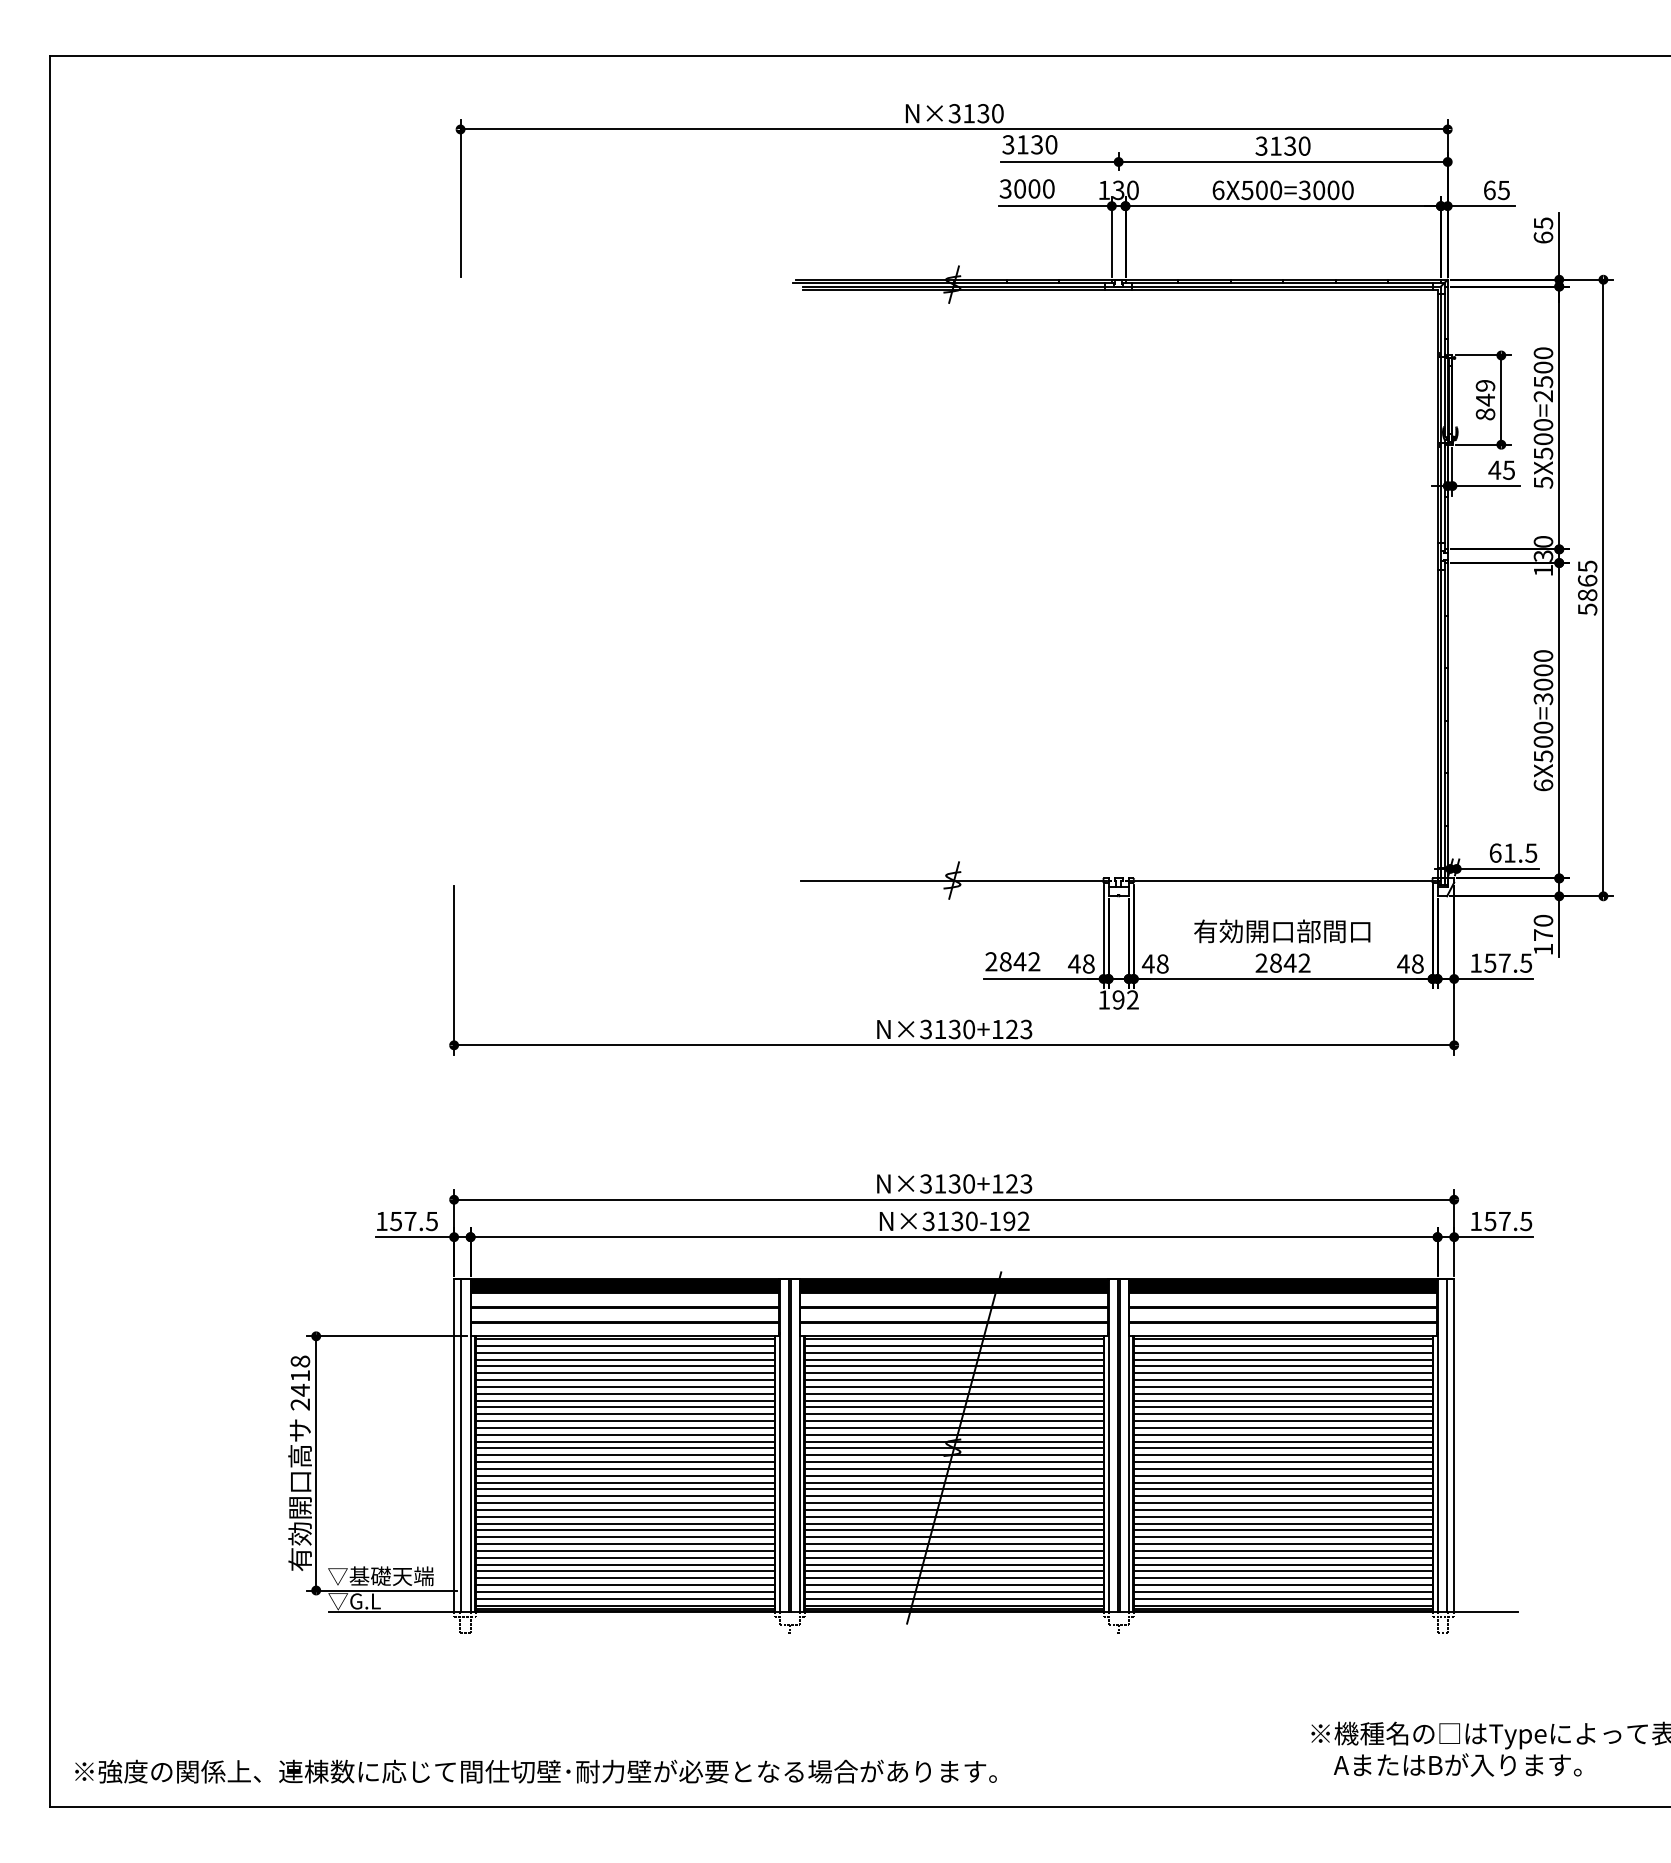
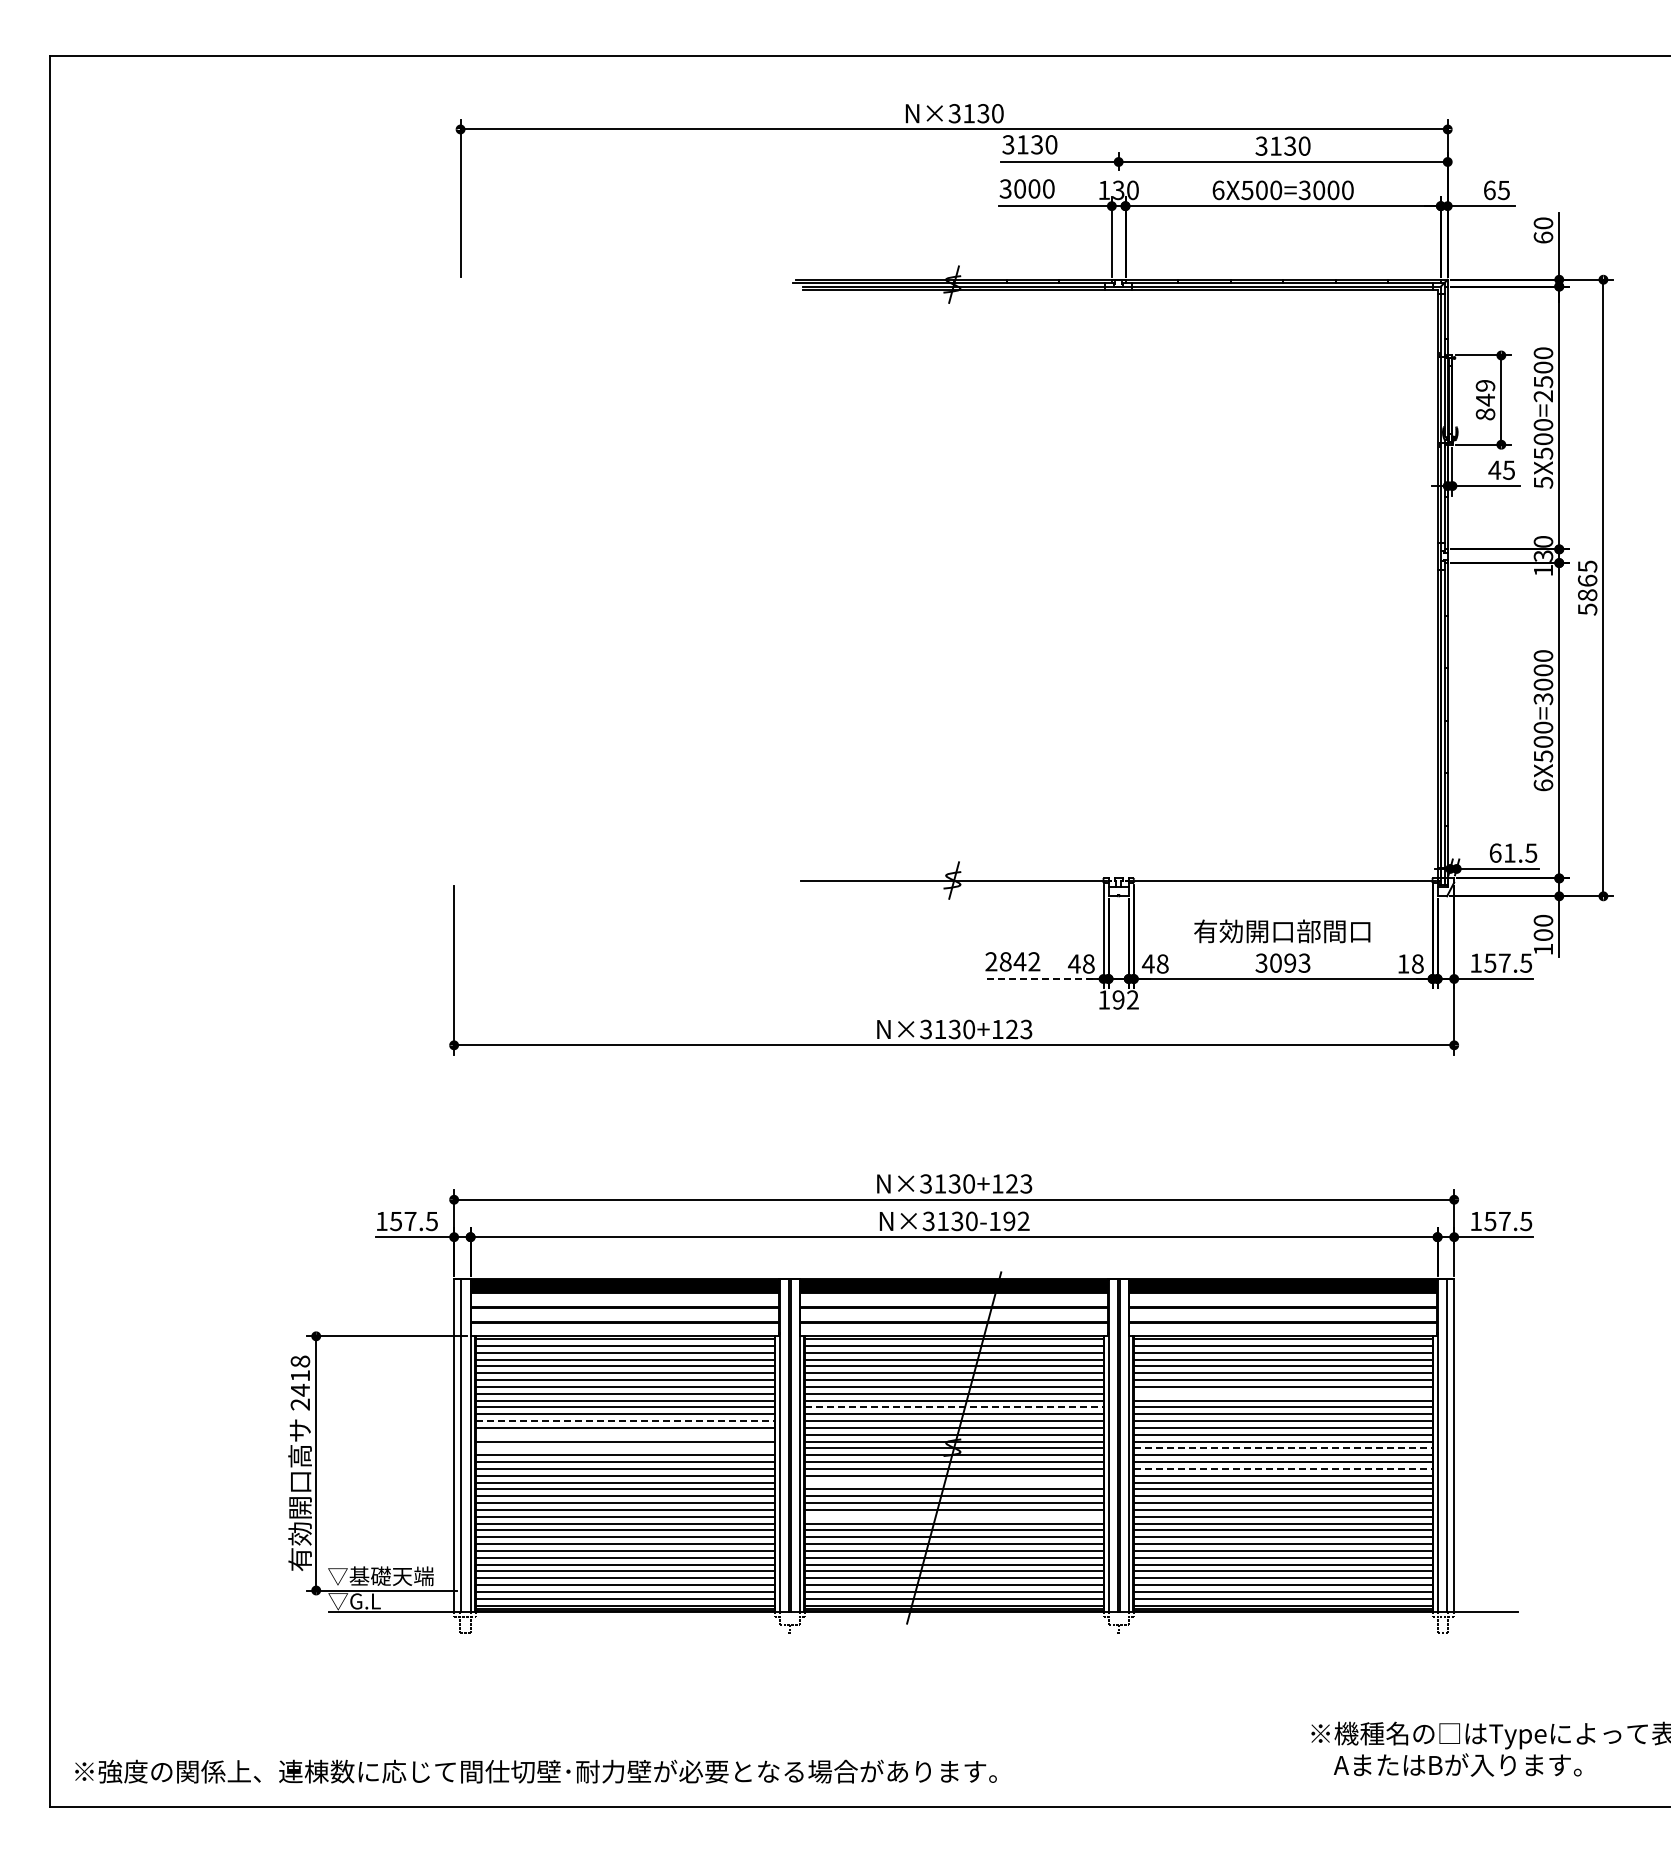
text at (1543, 223): 65 -> 60
text at (1543, 934): 170 -> 100
text at (1282, 962): 2842 -> 3093
text at (1403, 963): 48 -> 18
line at (1043, 979): solid -> dashed
line at (1282, 1393): present -> none
line at (954, 1407): solid -> dashed
line at (625, 1421): solid -> dashed
line at (624, 1434): present -> none
line at (624, 1448): present -> none
line at (1283, 1448): solid -> dashed
line at (1283, 1468): solid -> dashed
line at (953, 1482): present -> none
line at (953, 1516): present -> none
